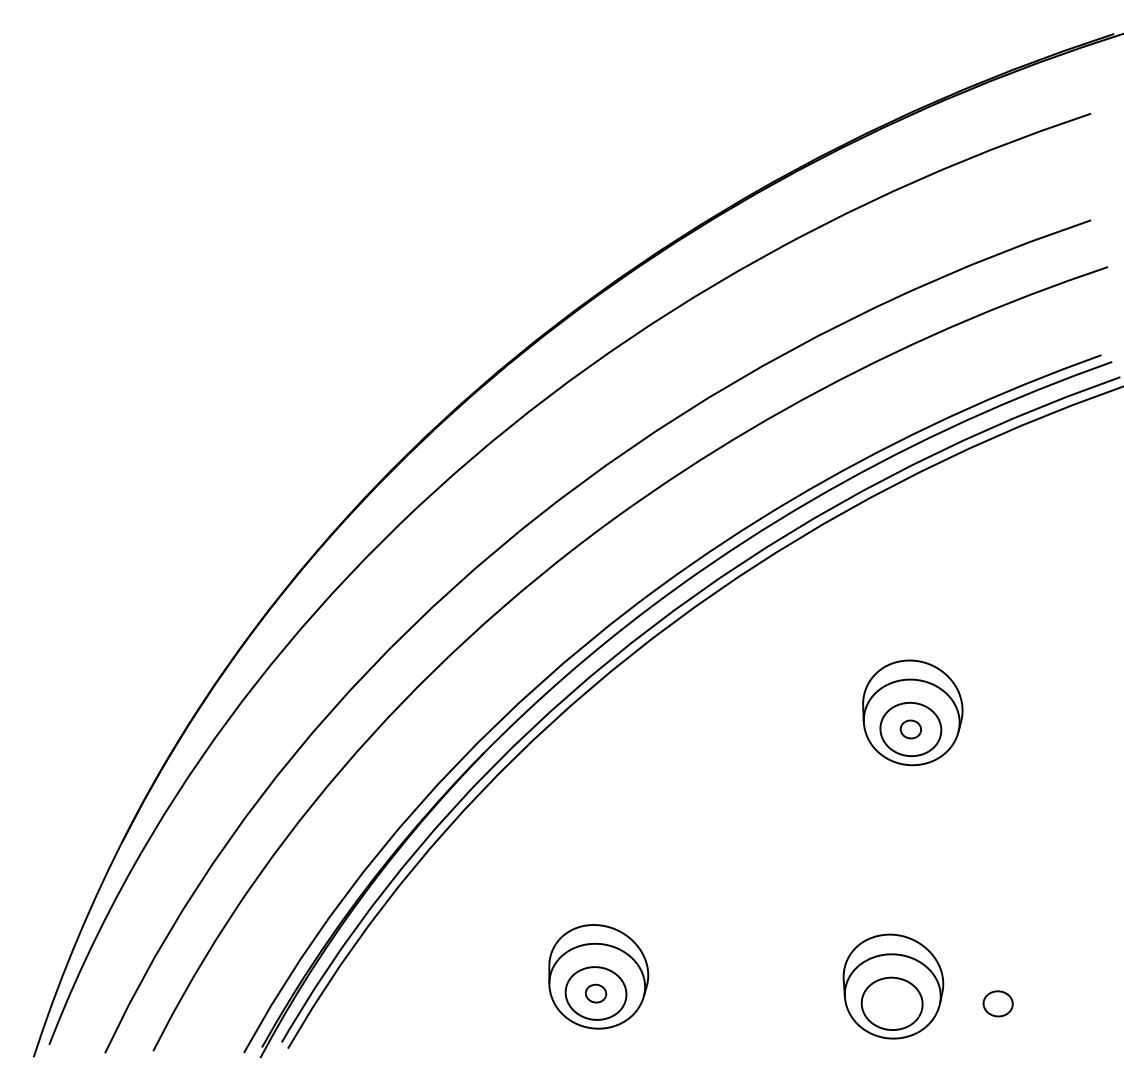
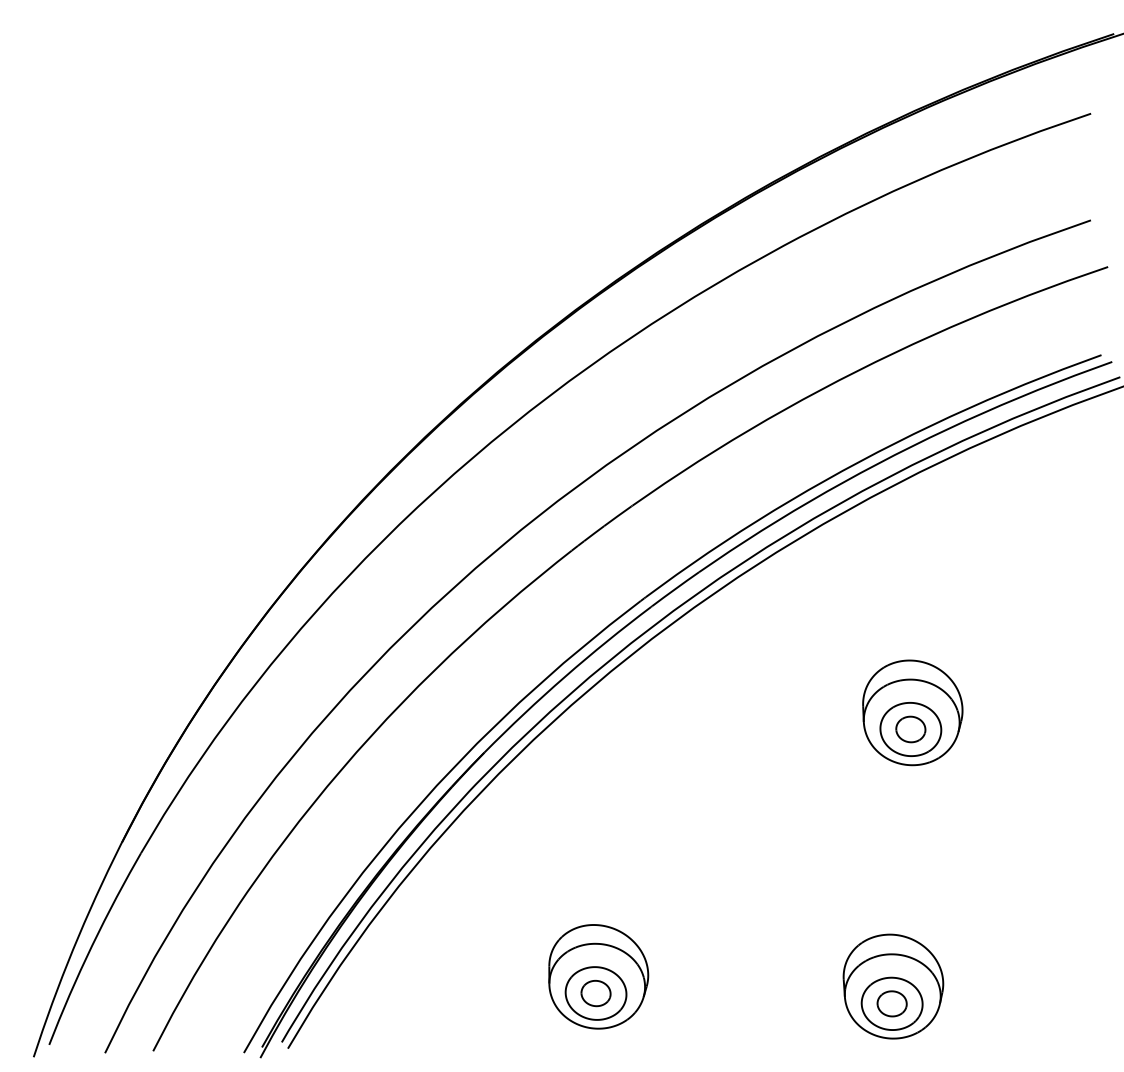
part at (910, 729) size: 23x21 px -> 32x29 px
part at (596, 993) size: 23x21 px -> 32x28 px
part at (997, 1003) position: (997, 1003) -> (891, 1003)
